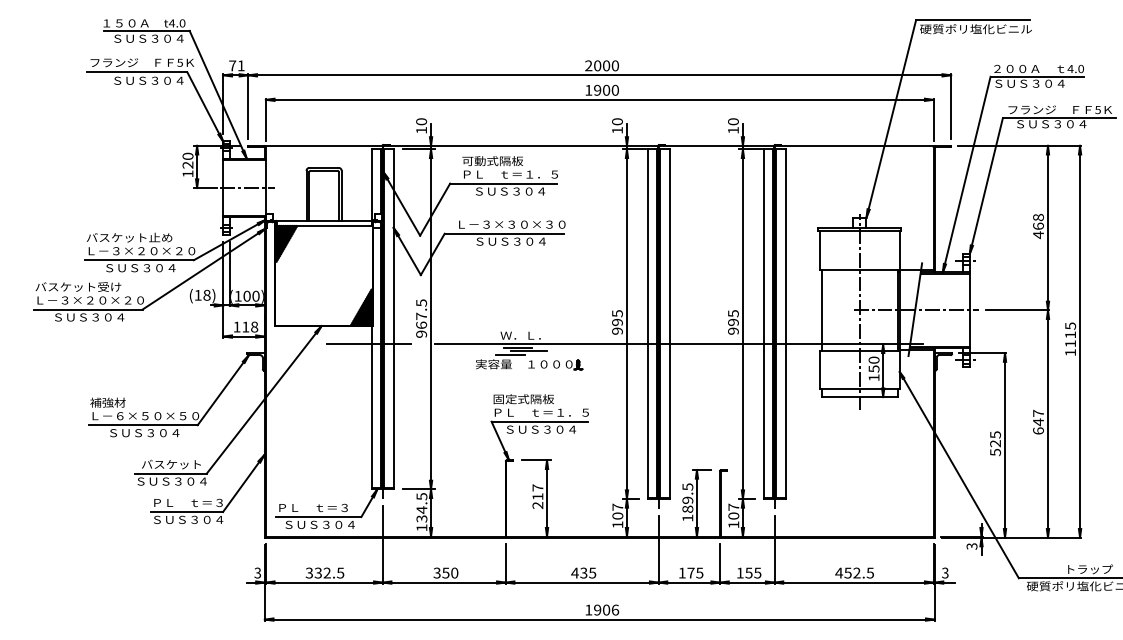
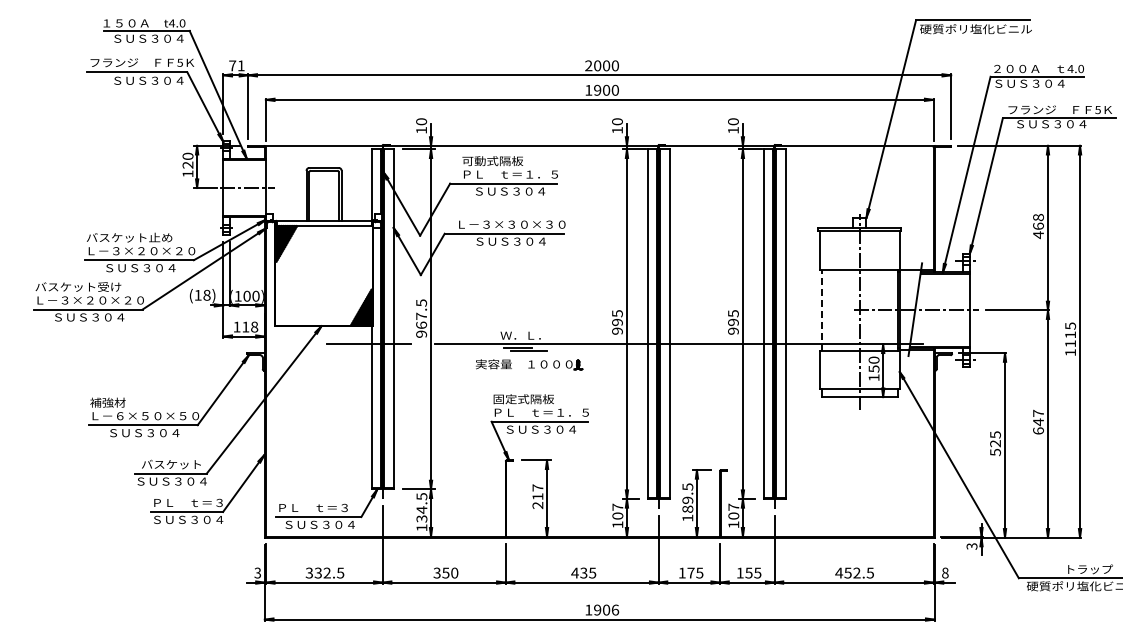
line at (821, 310): solid -> dashed
line at (510, 354): present -> none
text at (945, 572): 3 -> 8
